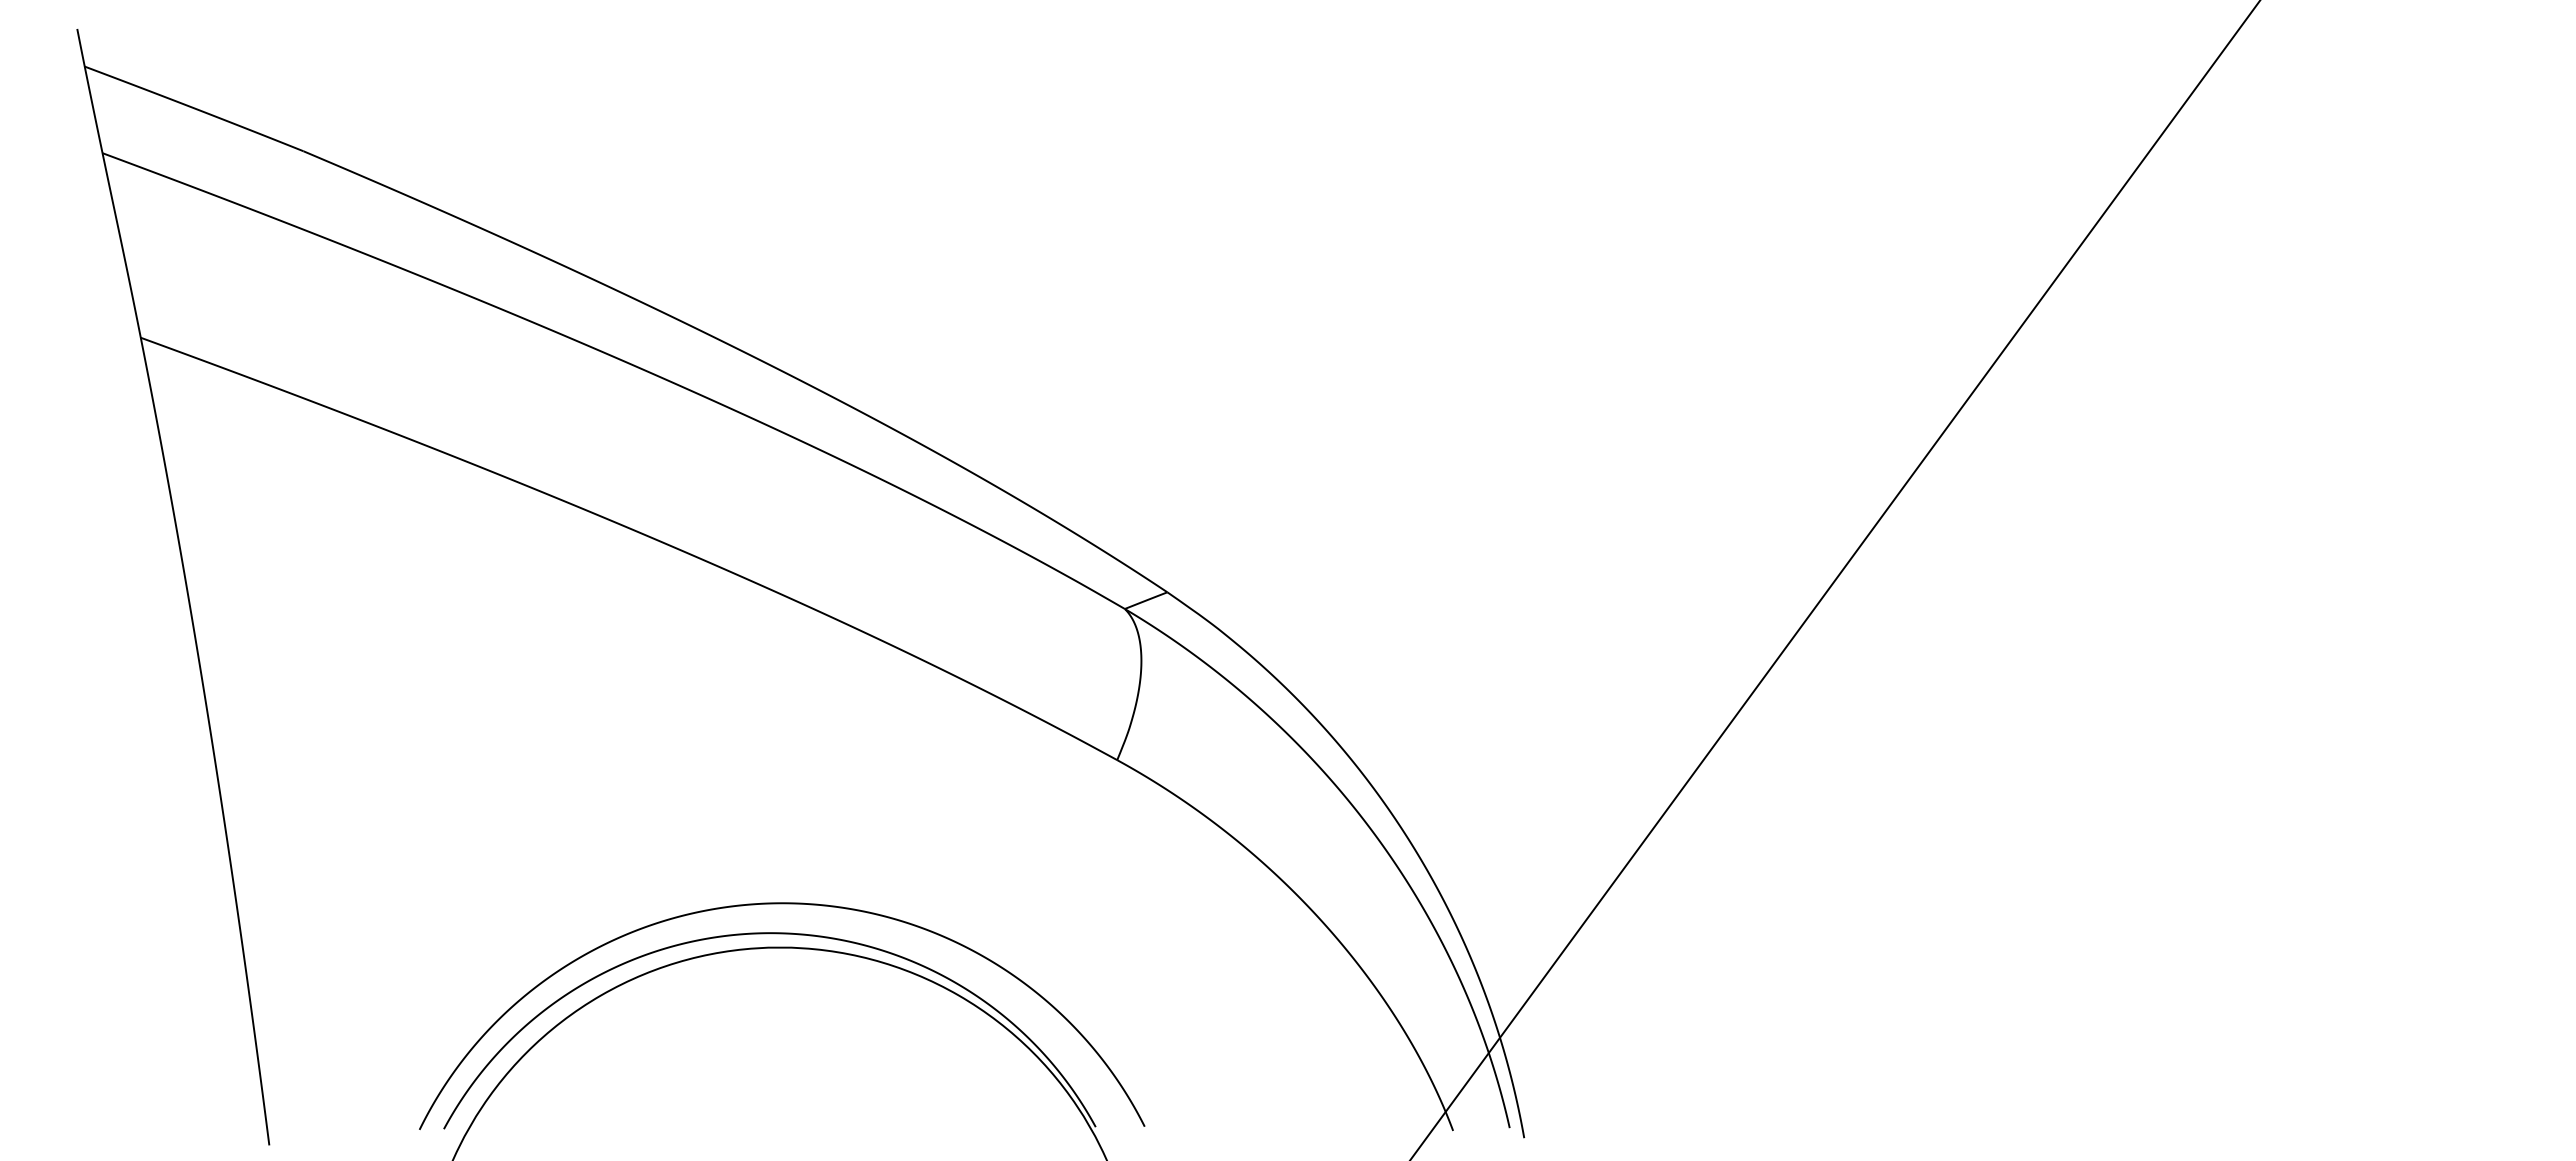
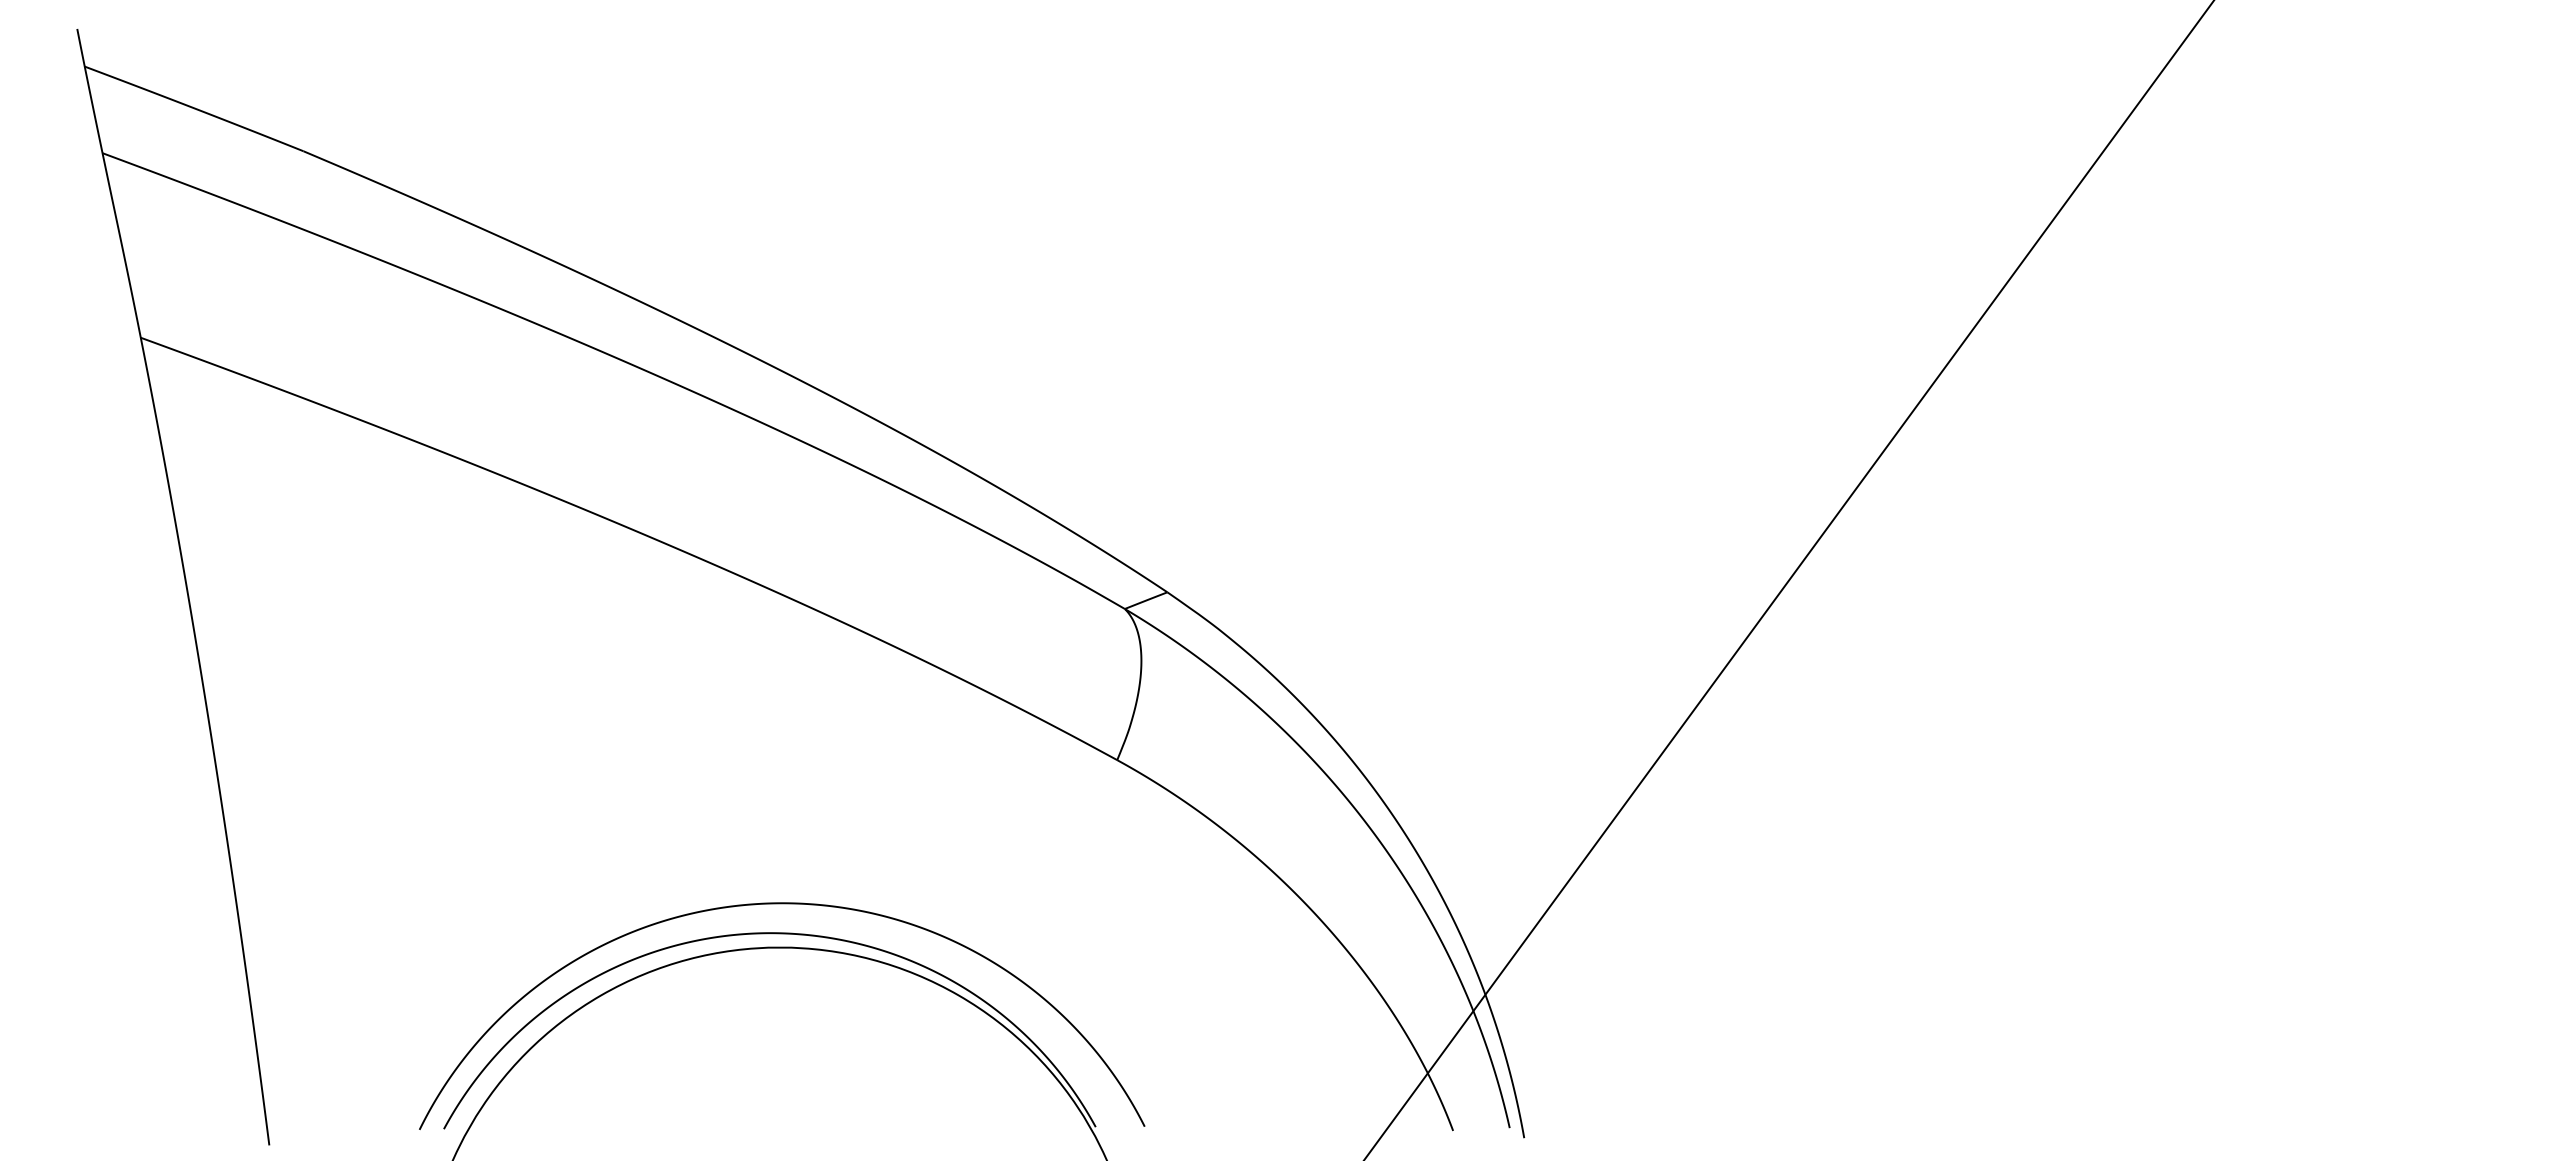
line at (1835, 579) position: (1835, 579) -> (1789, 579)
